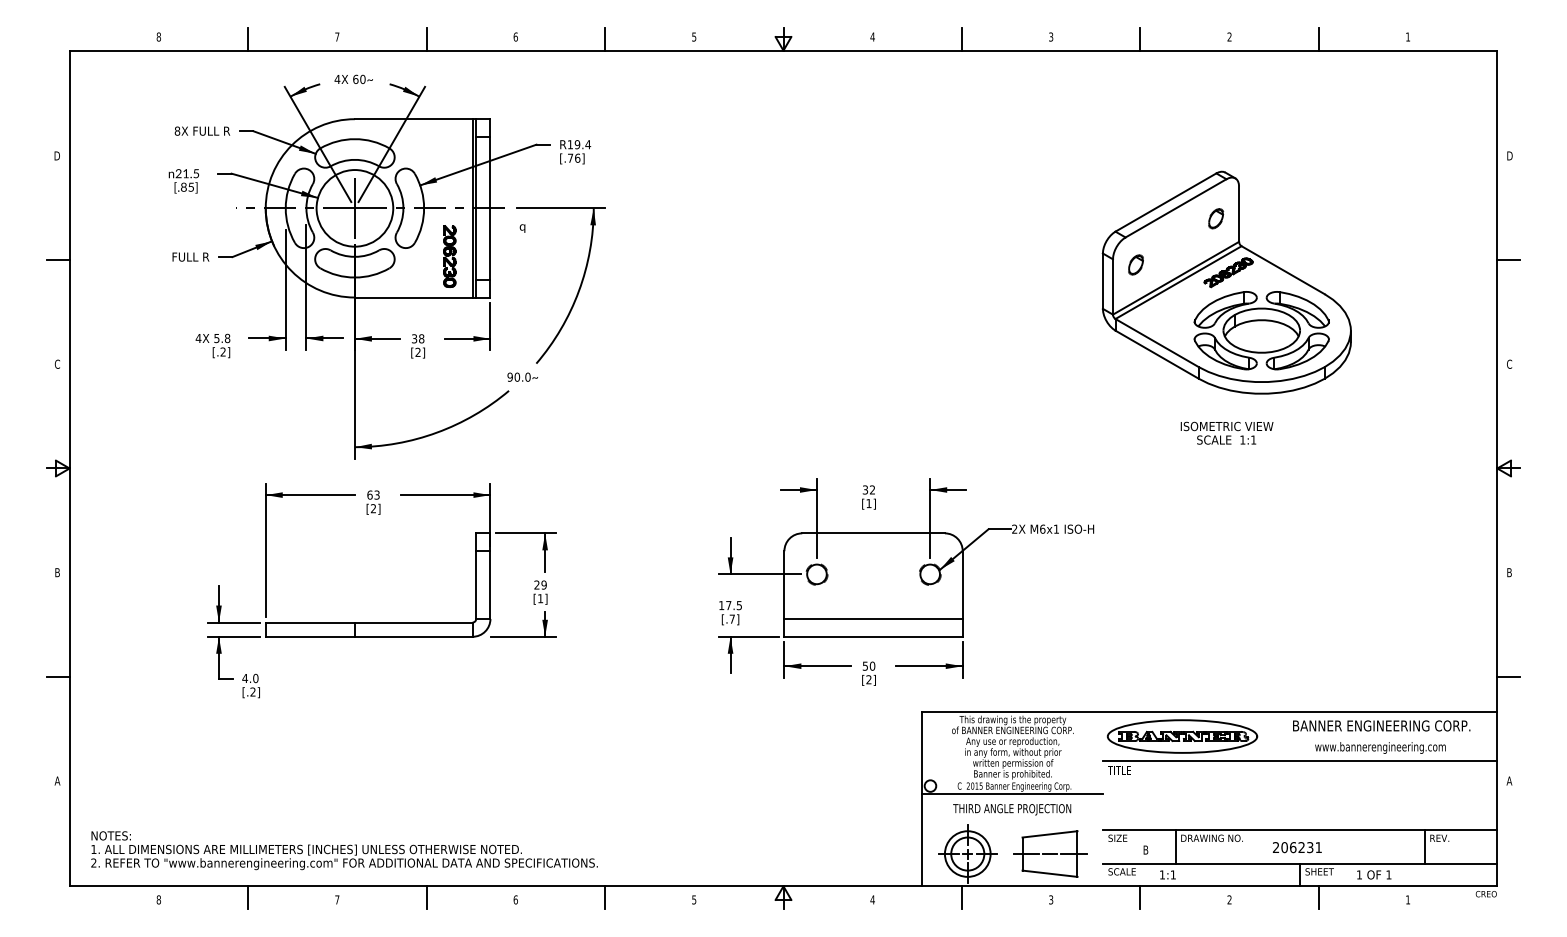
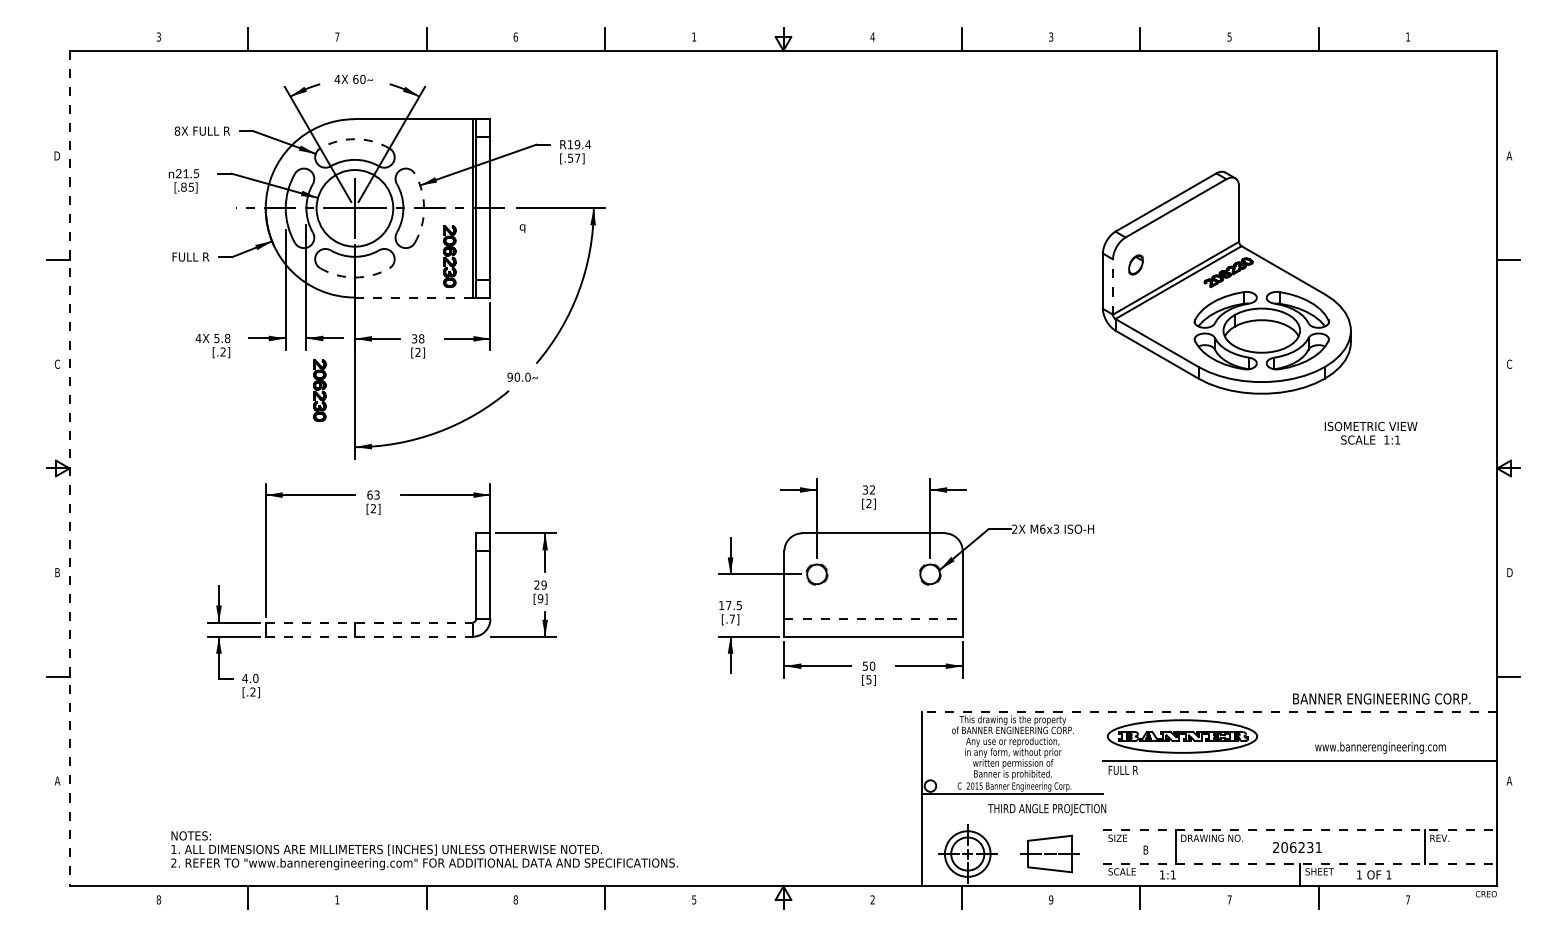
text at (158, 36): 8 -> 3
text at (694, 36): 5 -> 1
text at (1229, 36): 2 -> 5
arc at (354, 139): solid -> dashed
text at (1509, 155): D -> A
text at (574, 157): [.76] -> [.57]
arc at (424, 208): solid -> dashed
part at (1216, 218): present -> none
arc at (354, 277): solid -> dashed
line at (1112, 286): solid -> dashed
line at (413, 297): solid -> dashed
part at (319, 390): none -> present
text at (1226, 432) position: (1226, 432) -> (1370, 432)
line at (69, 468): solid -> dashed
text at (868, 503): [1] -> [2]
text at (1056, 528): M6x1 -> M6x3
text at (1510, 572): B -> D
text at (540, 598): [1] -> [9]
line at (874, 618): solid -> dashed
line at (369, 622): solid -> dashed
line at (369, 636): solid -> dashed
text at (868, 679): [2] -> [5]
line at (1209, 712): solid -> dashed
text at (1381, 725) position: (1381, 725) -> (1381, 698)
text at (1123, 769): TITLE -> FULL R
text at (1012, 809) position: (1012, 809) -> (1047, 809)
line at (1300, 830): solid -> dashed
text at (344, 850) position: (344, 850) -> (424, 850)
part at (1050, 853) size: 75x48 px -> 60x40 px
line at (1300, 863): solid -> dashed
text at (337, 899): 7 -> 1
text at (515, 899): 6 -> 8
text at (872, 899): 4 -> 2
text at (1051, 899): 3 -> 9
text at (1229, 899): 2 -> 7
text at (1408, 899): 1 -> 7
